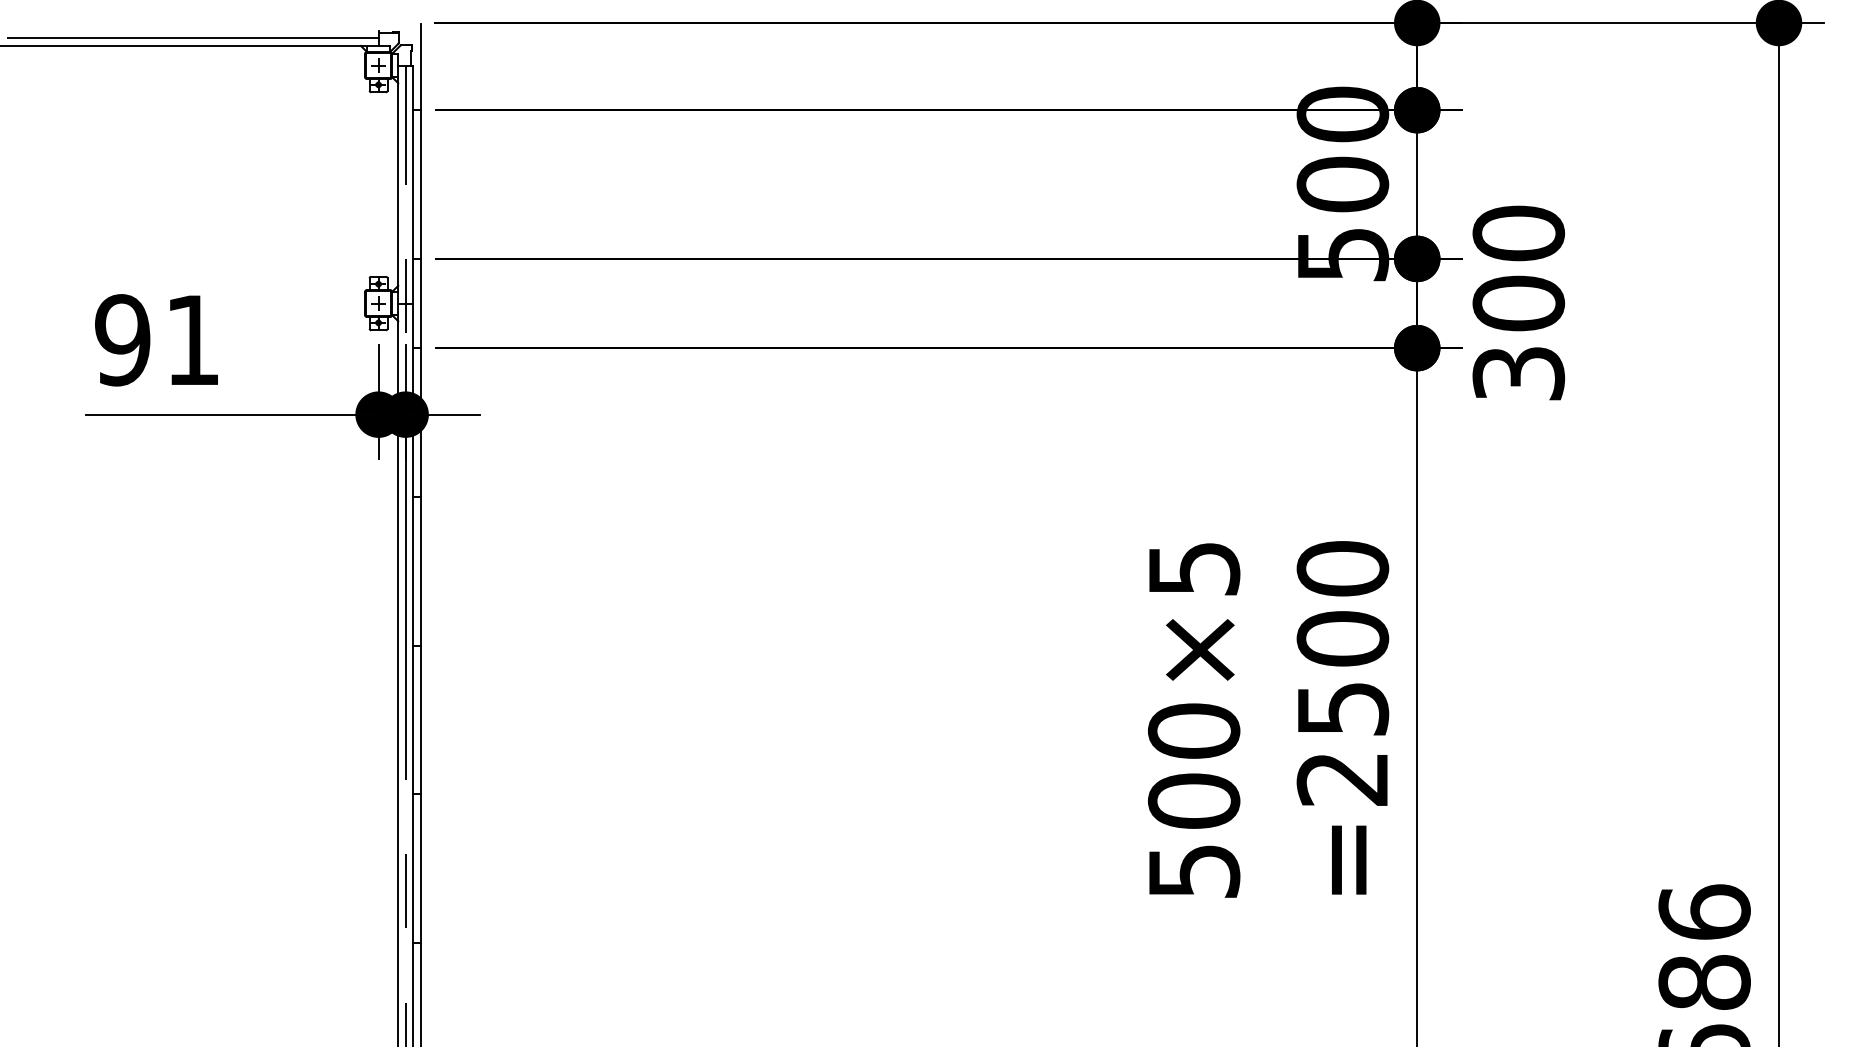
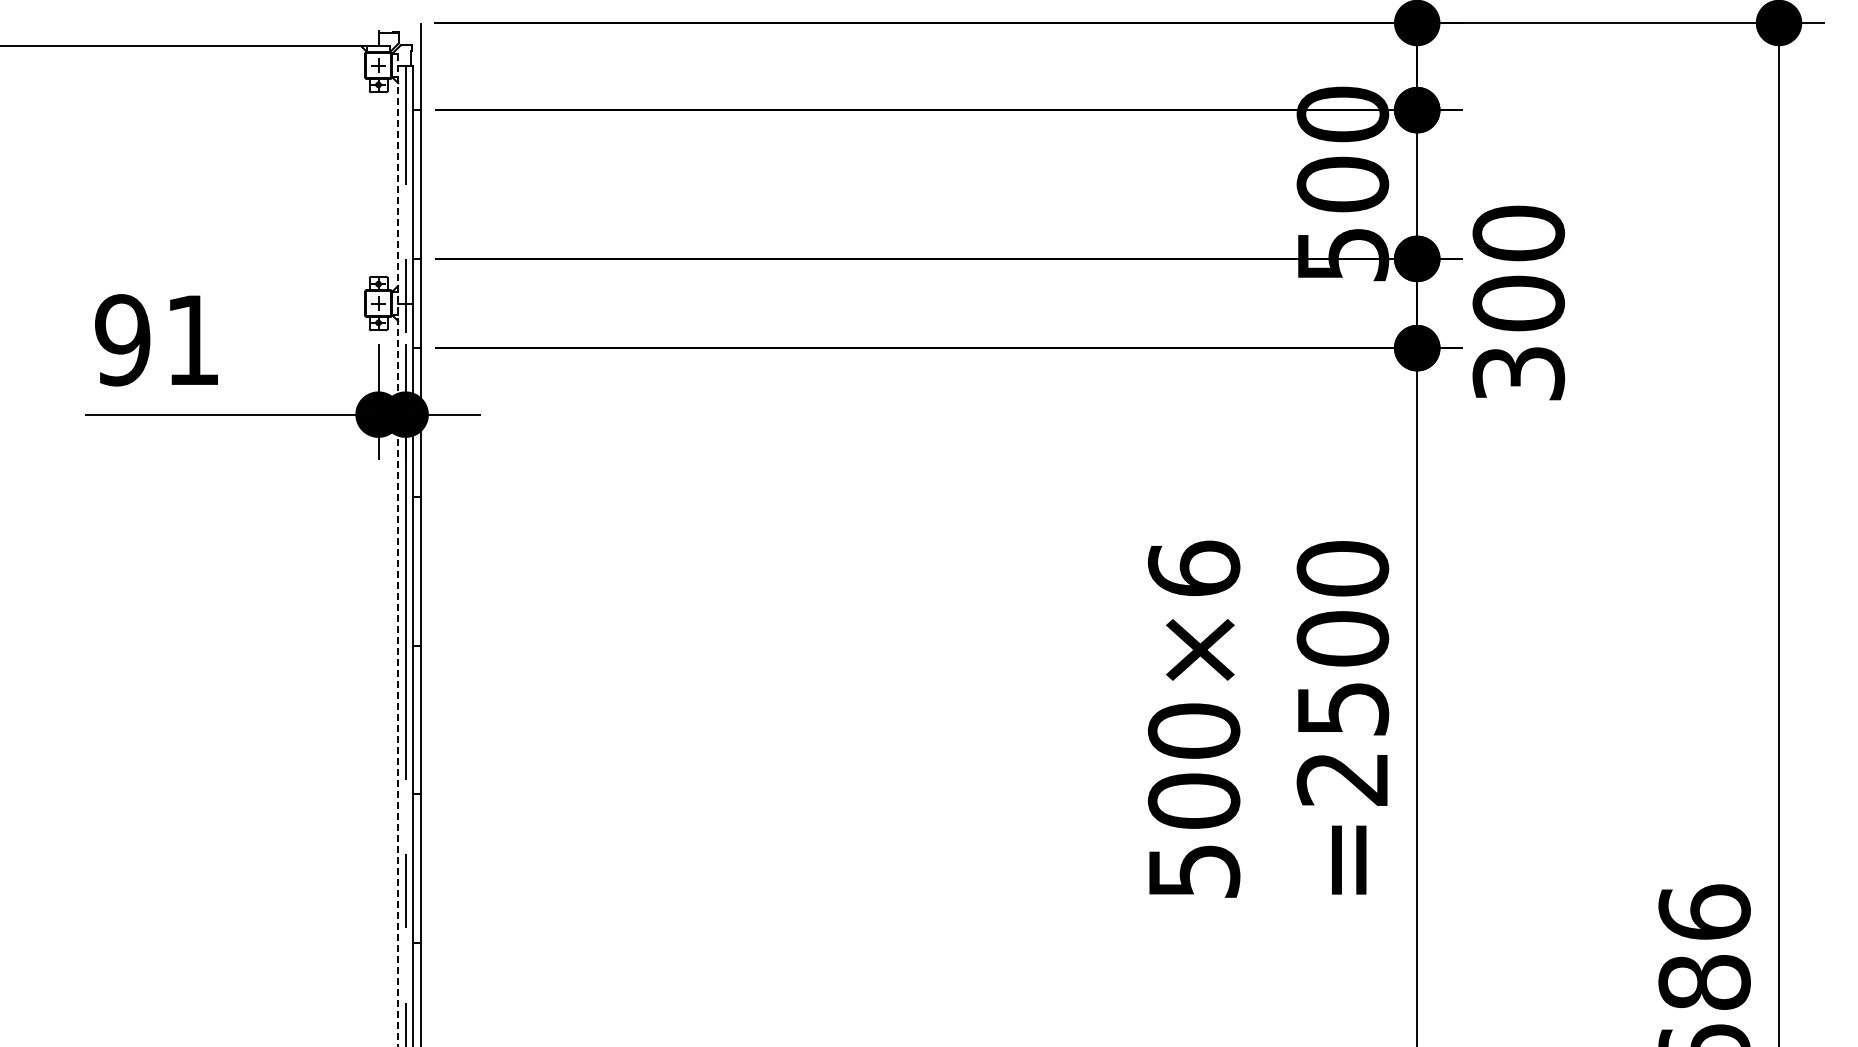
line at (190, 38): present -> none
line at (398, 550): solid -> dashed
text at (1193, 568): 500×5 -> 500×6
